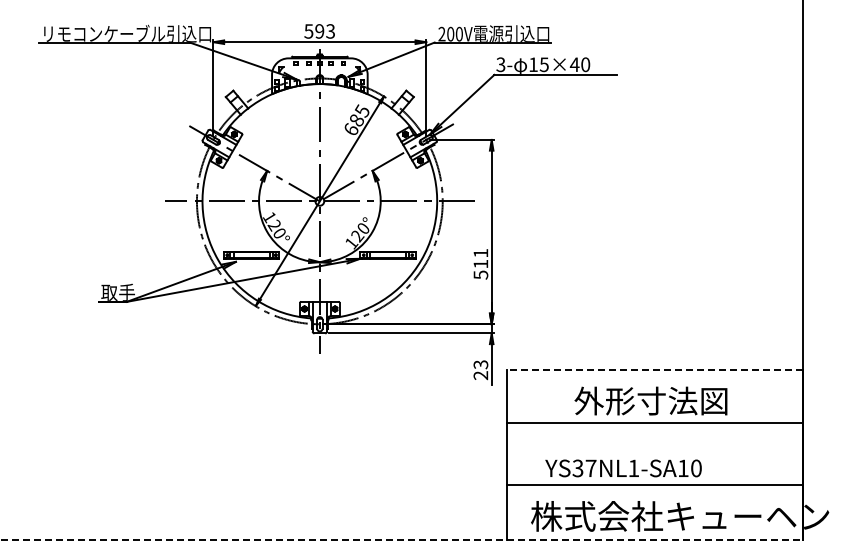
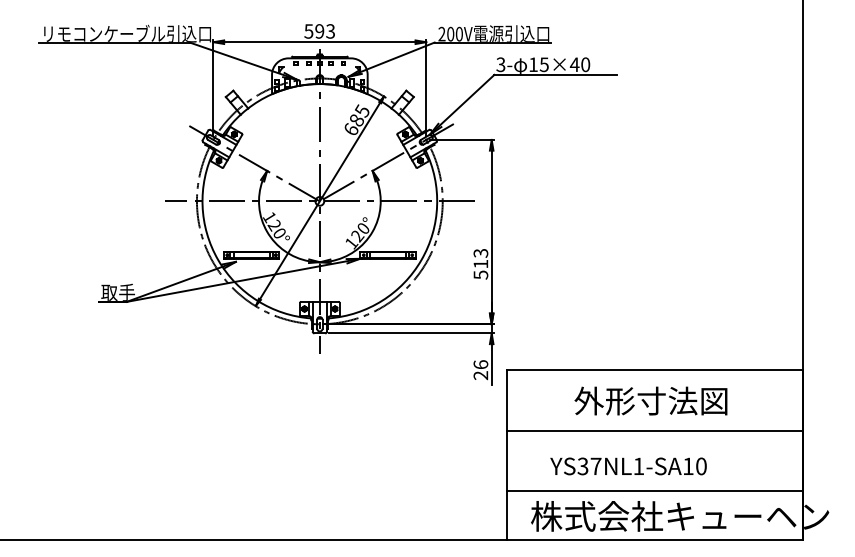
text at (480, 253): 511 -> 513
text at (480, 364): 23 -> 26
line at (654, 369): dashed -> solid
line at (654, 422) position: (654, 422) -> (654, 430)
text at (623, 468) position: (623, 468) -> (628, 466)
line at (654, 485) position: (654, 485) -> (654, 491)
line at (402, 540): dashed -> solid
